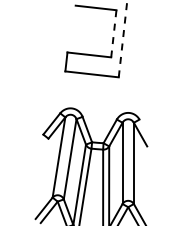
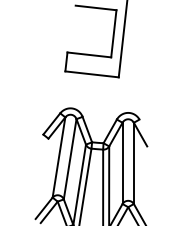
line at (113, 33): dashed -> solid
line at (123, 38): dashed -> solid
